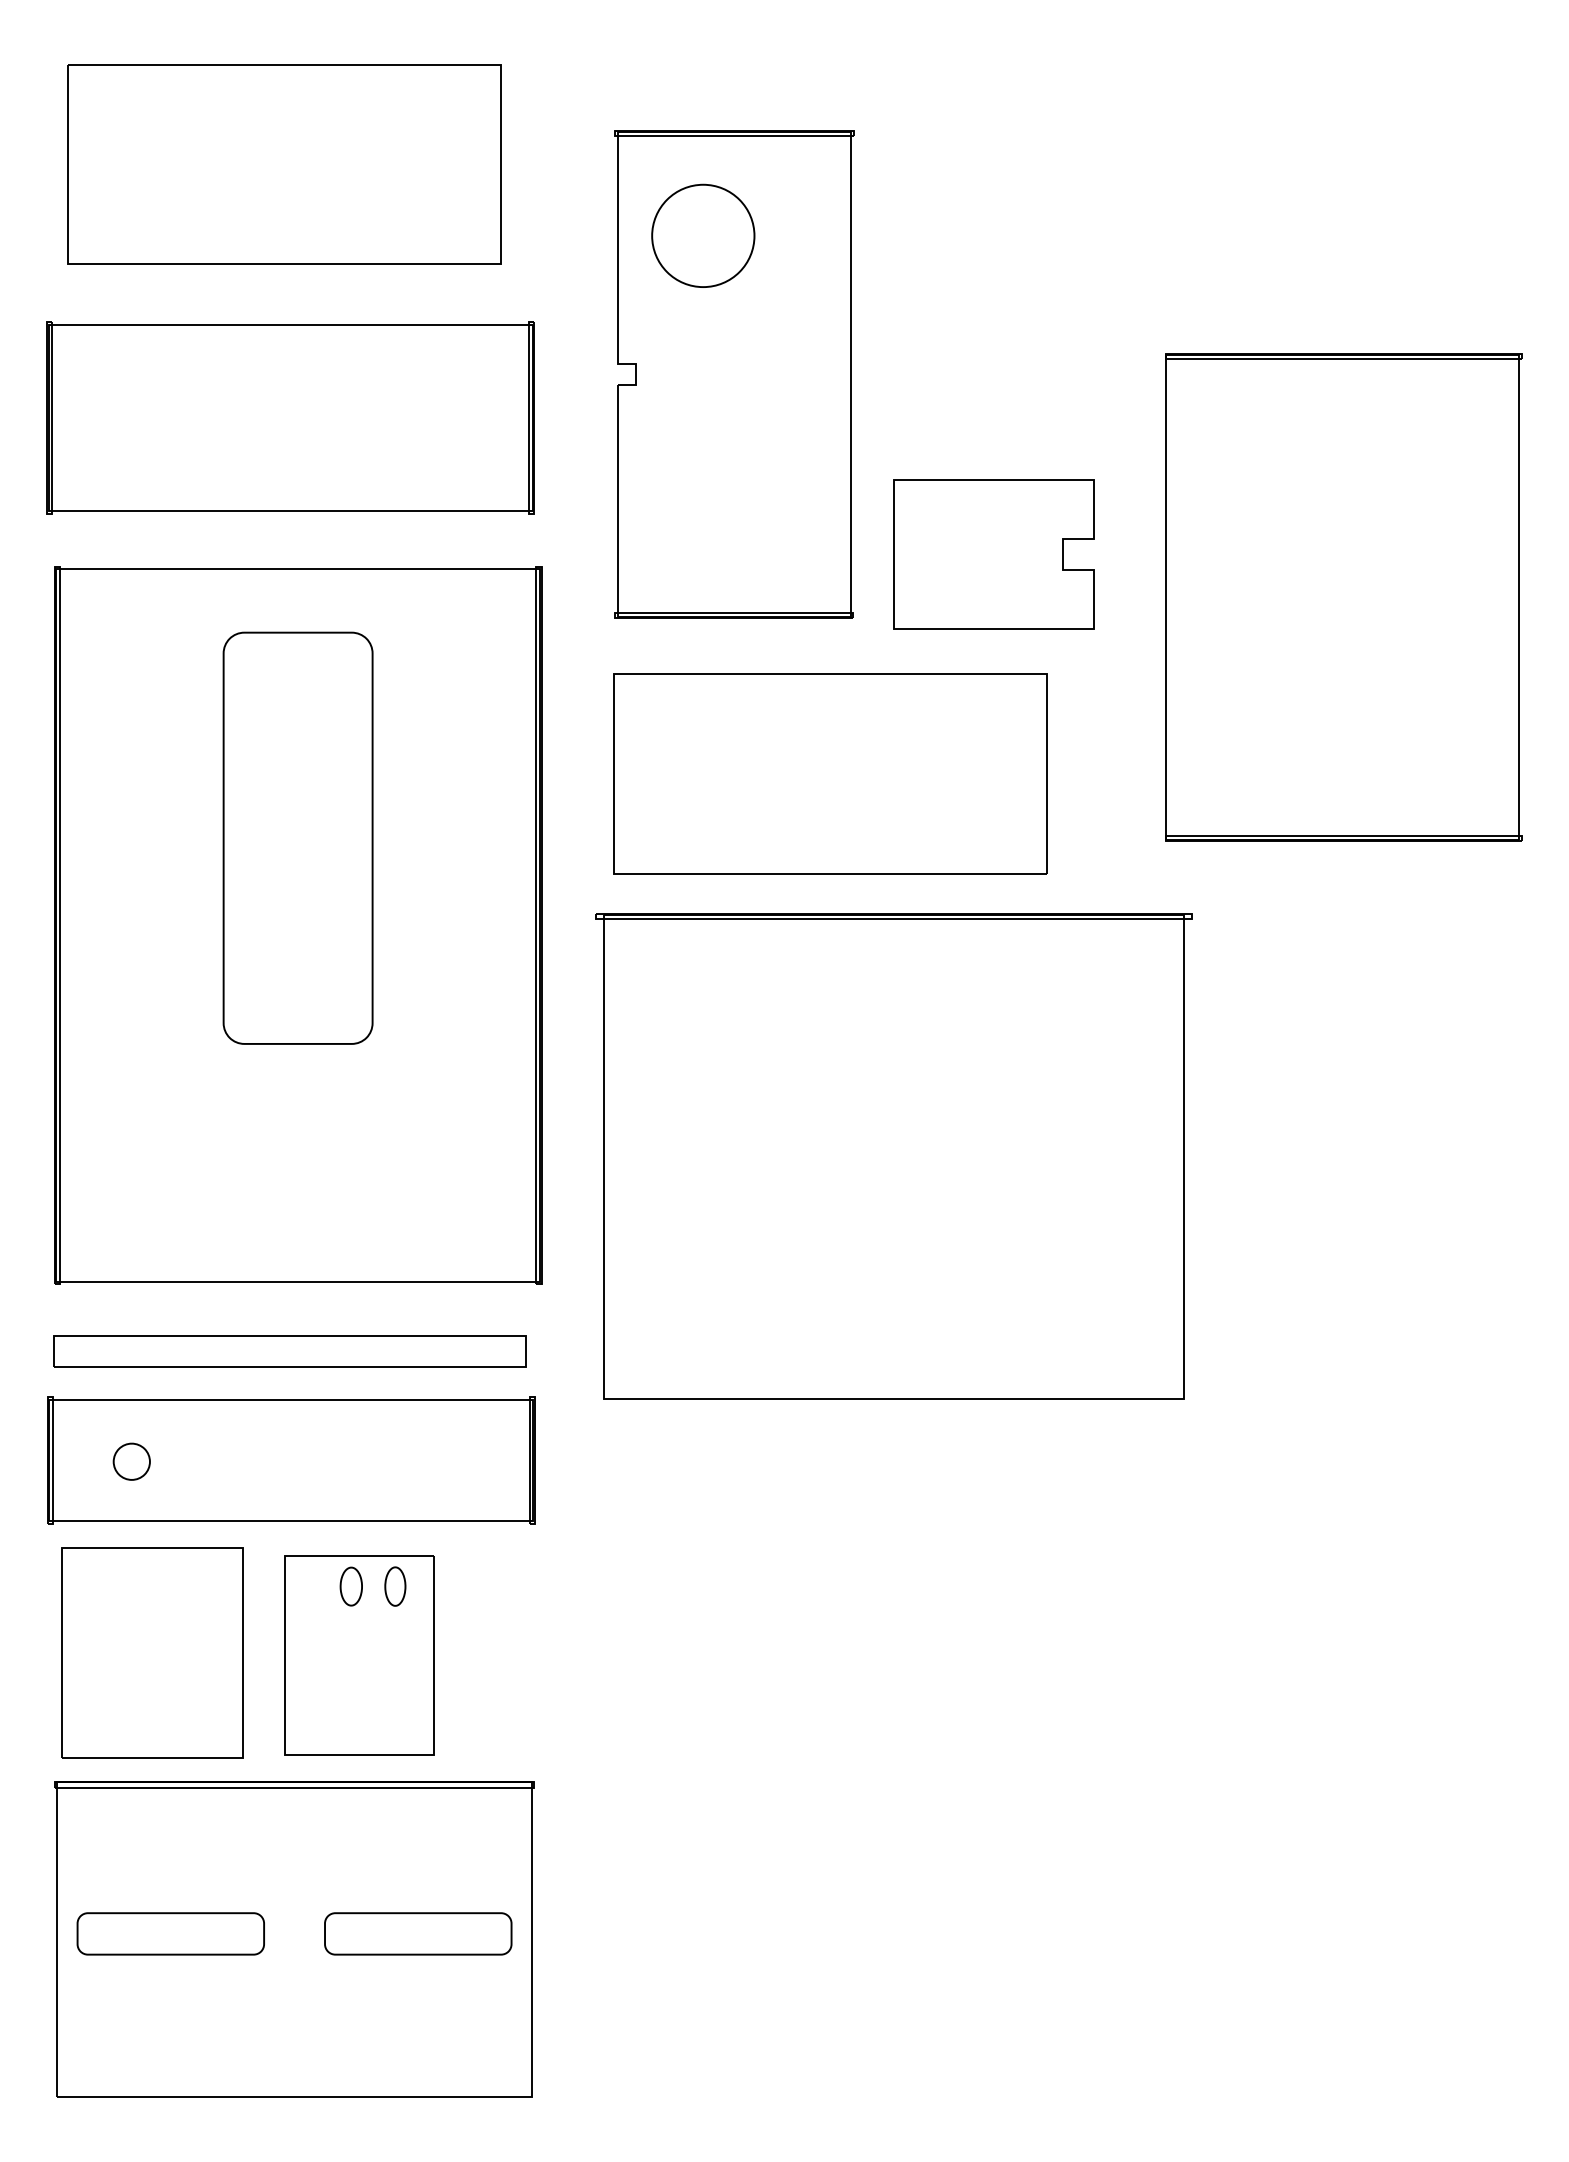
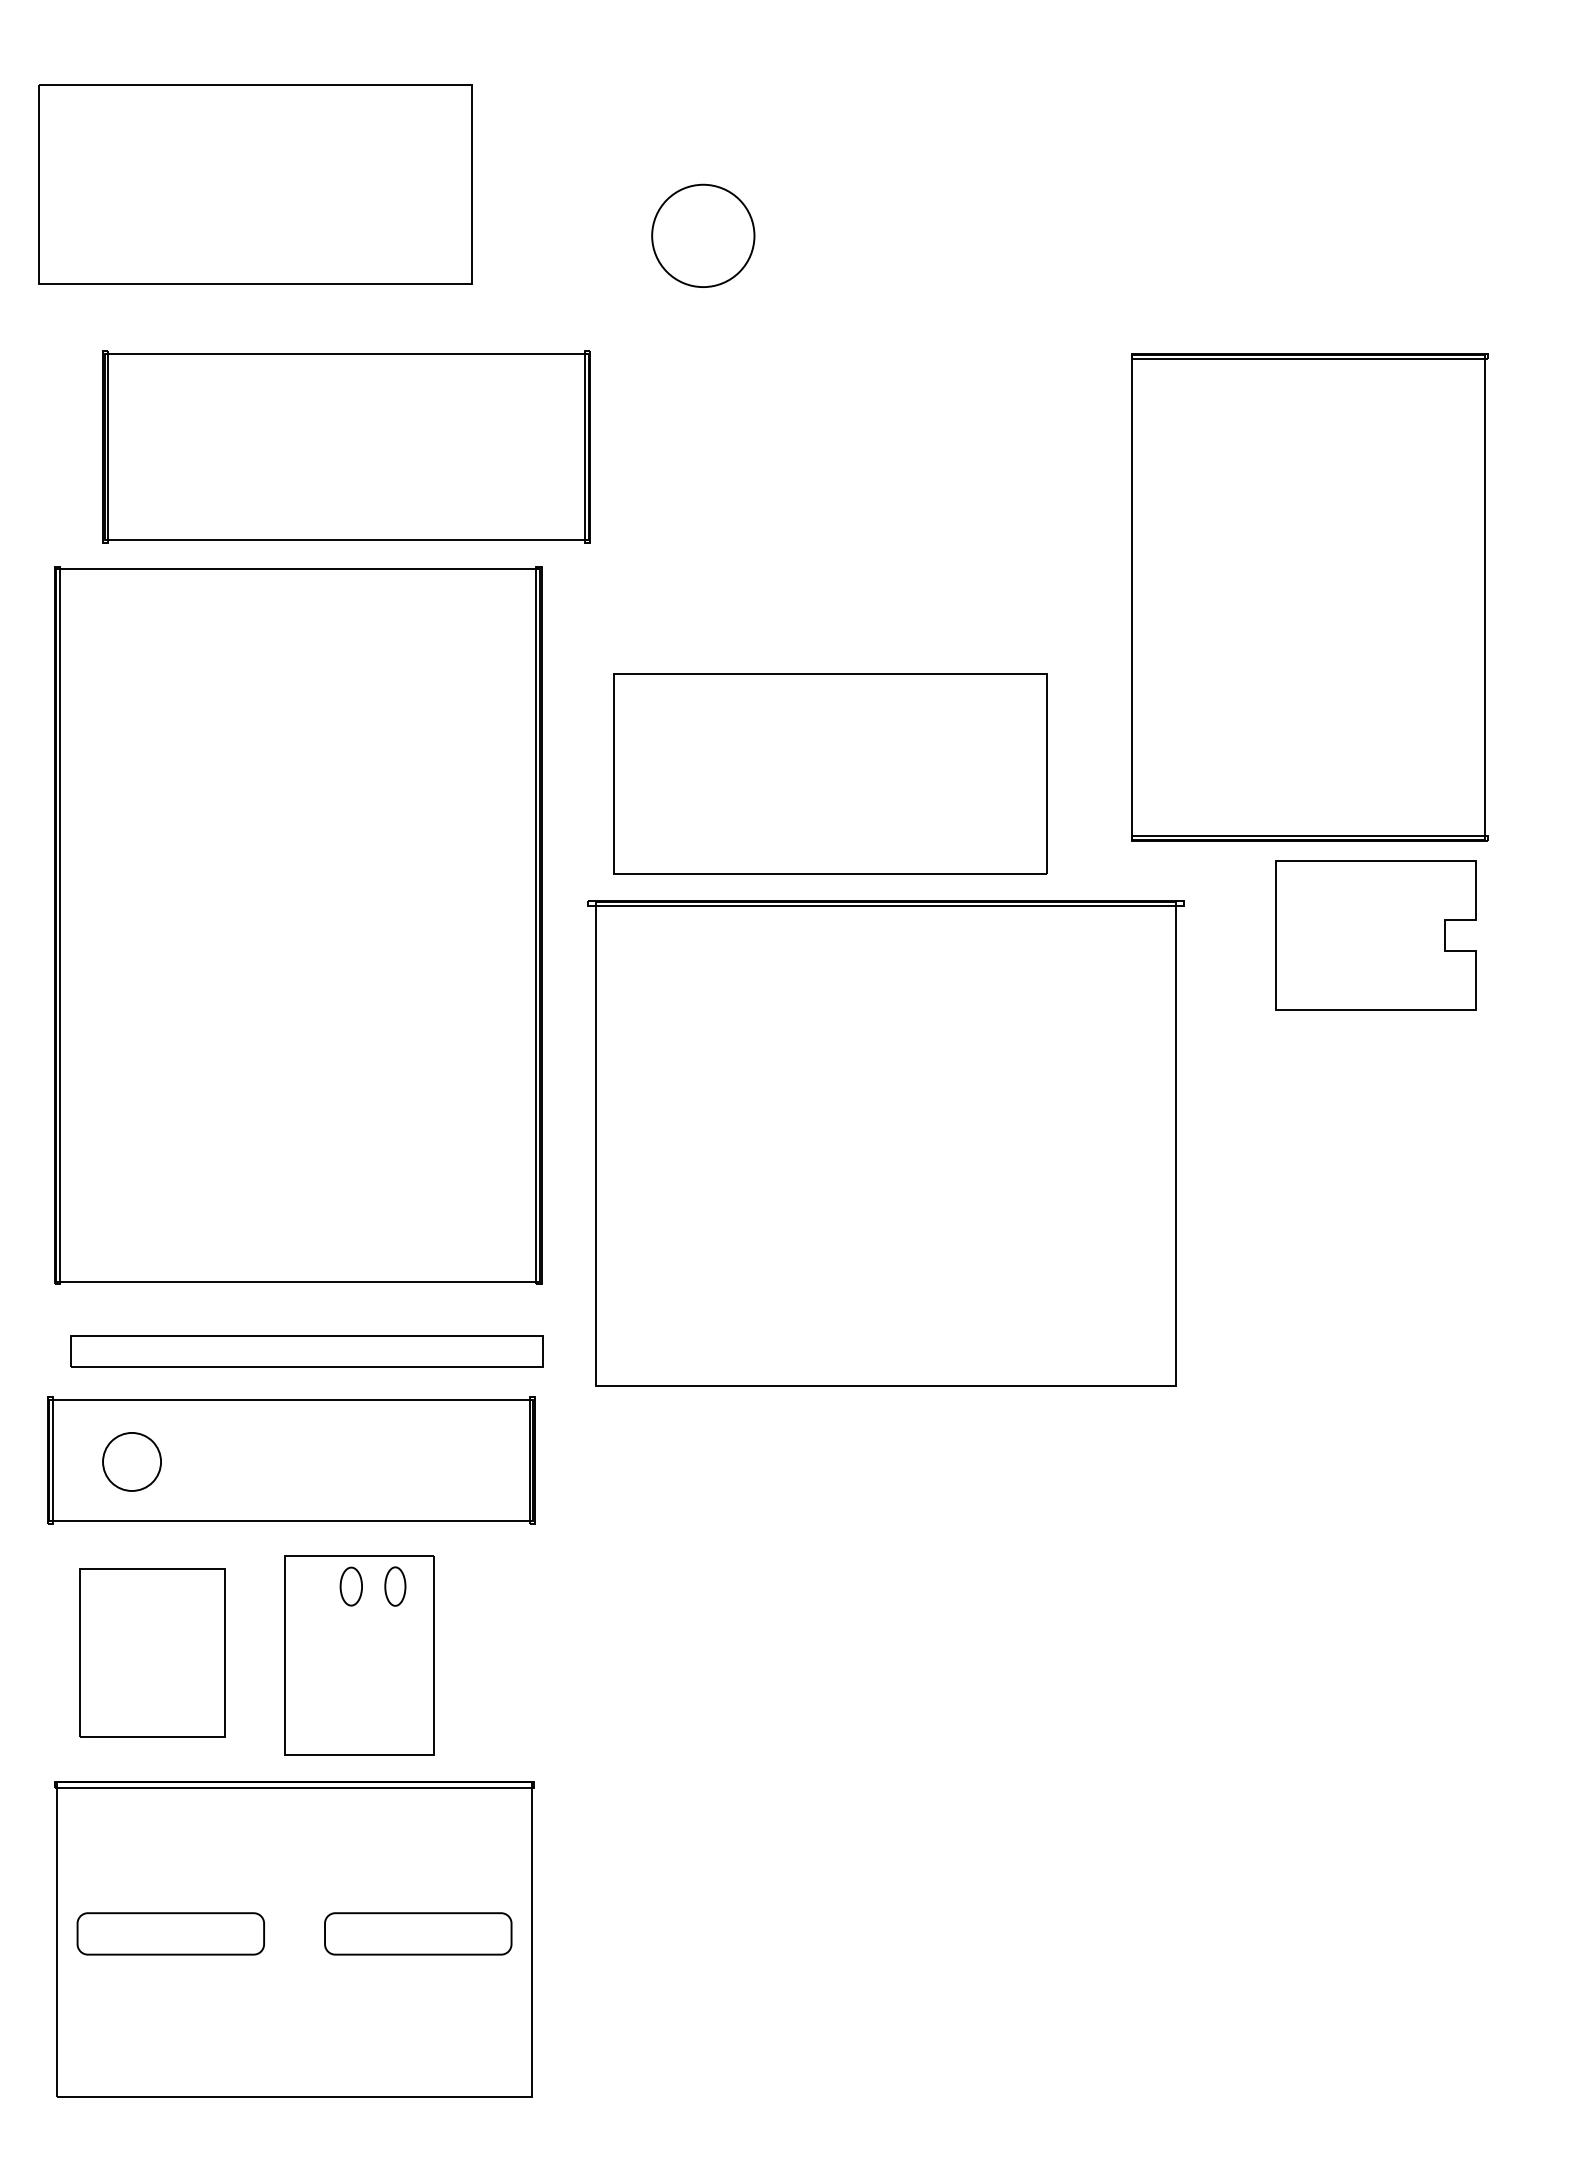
part at (284, 164) position: (284, 164) -> (255, 184)
part at (734, 374): present -> none
part at (290, 417) position: (290, 417) -> (346, 446)
part at (993, 554) position: (993, 554) -> (1375, 935)
part at (1343, 597) position: (1343, 597) -> (1309, 597)
part at (297, 837): present -> none
part at (893, 1156) position: (893, 1156) -> (885, 1143)
part at (289, 1351) position: (289, 1351) -> (306, 1351)
part at (131, 1461) size: 39x39 px -> 60x60 px
part at (152, 1652) size: 183x212 px -> 147x170 px
